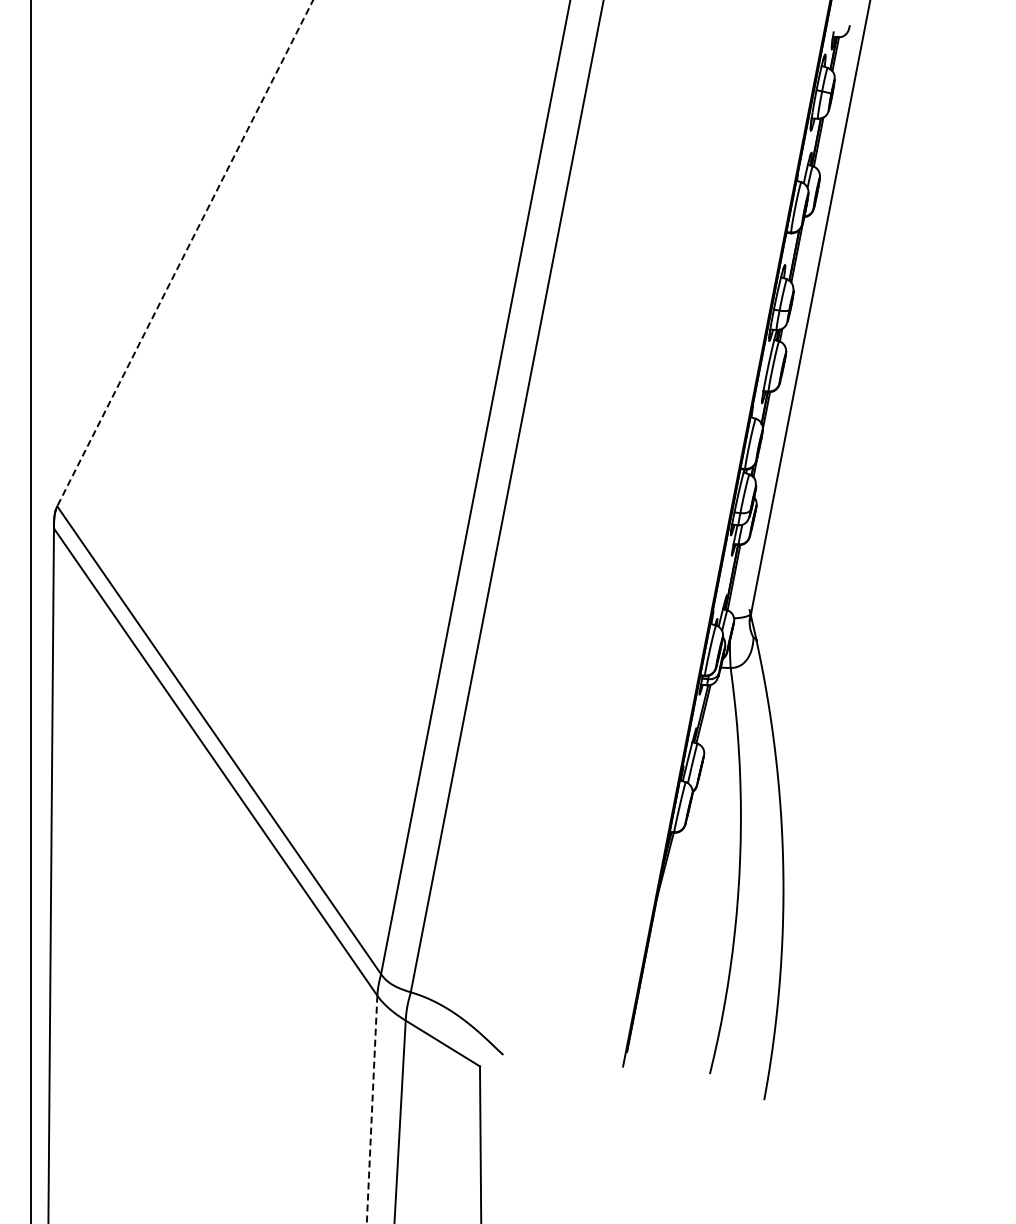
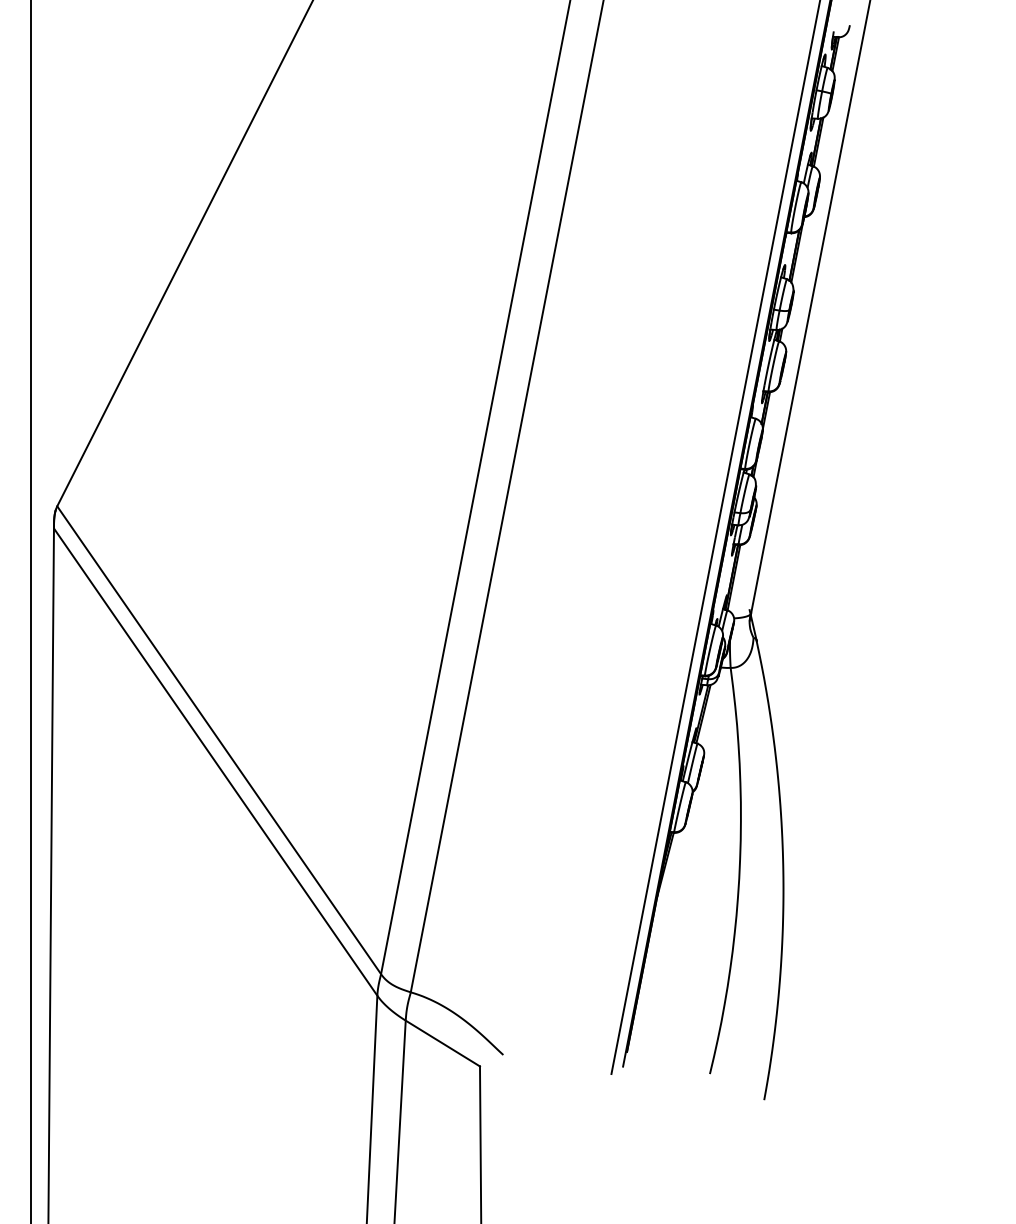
line at (184, 253): dashed -> solid
line at (715, 538): none -> present
line at (372, 1109): dashed -> solid
